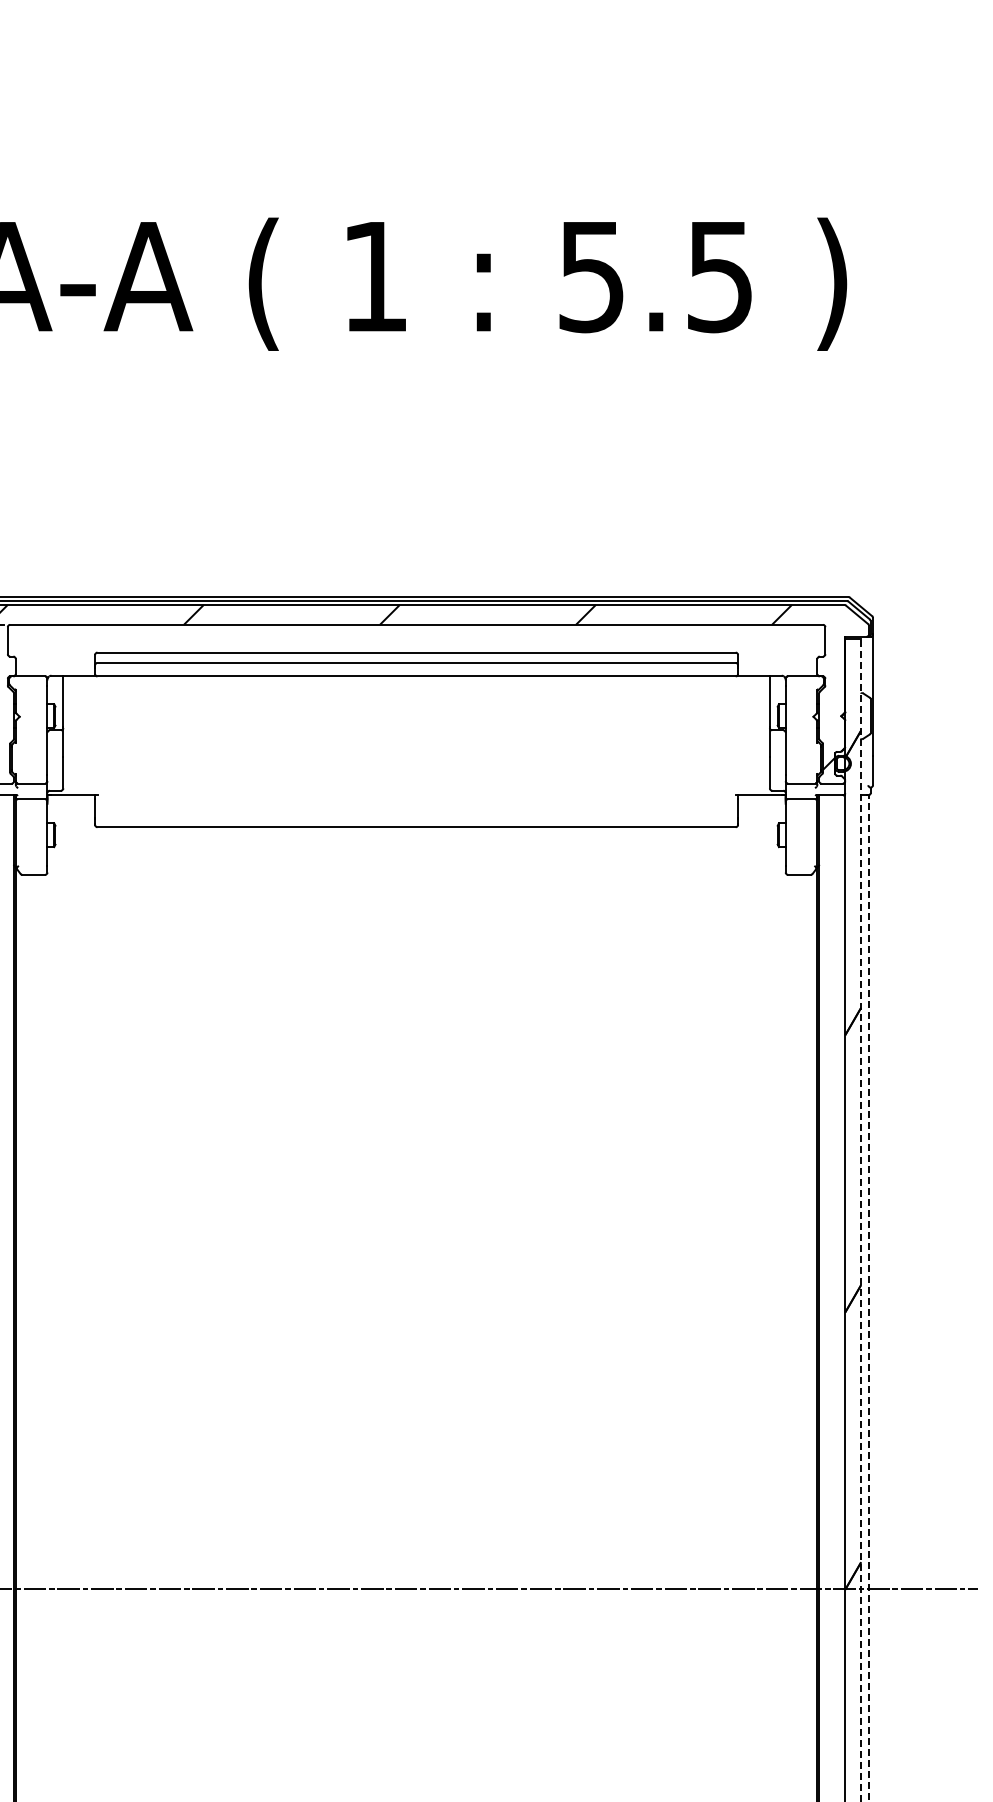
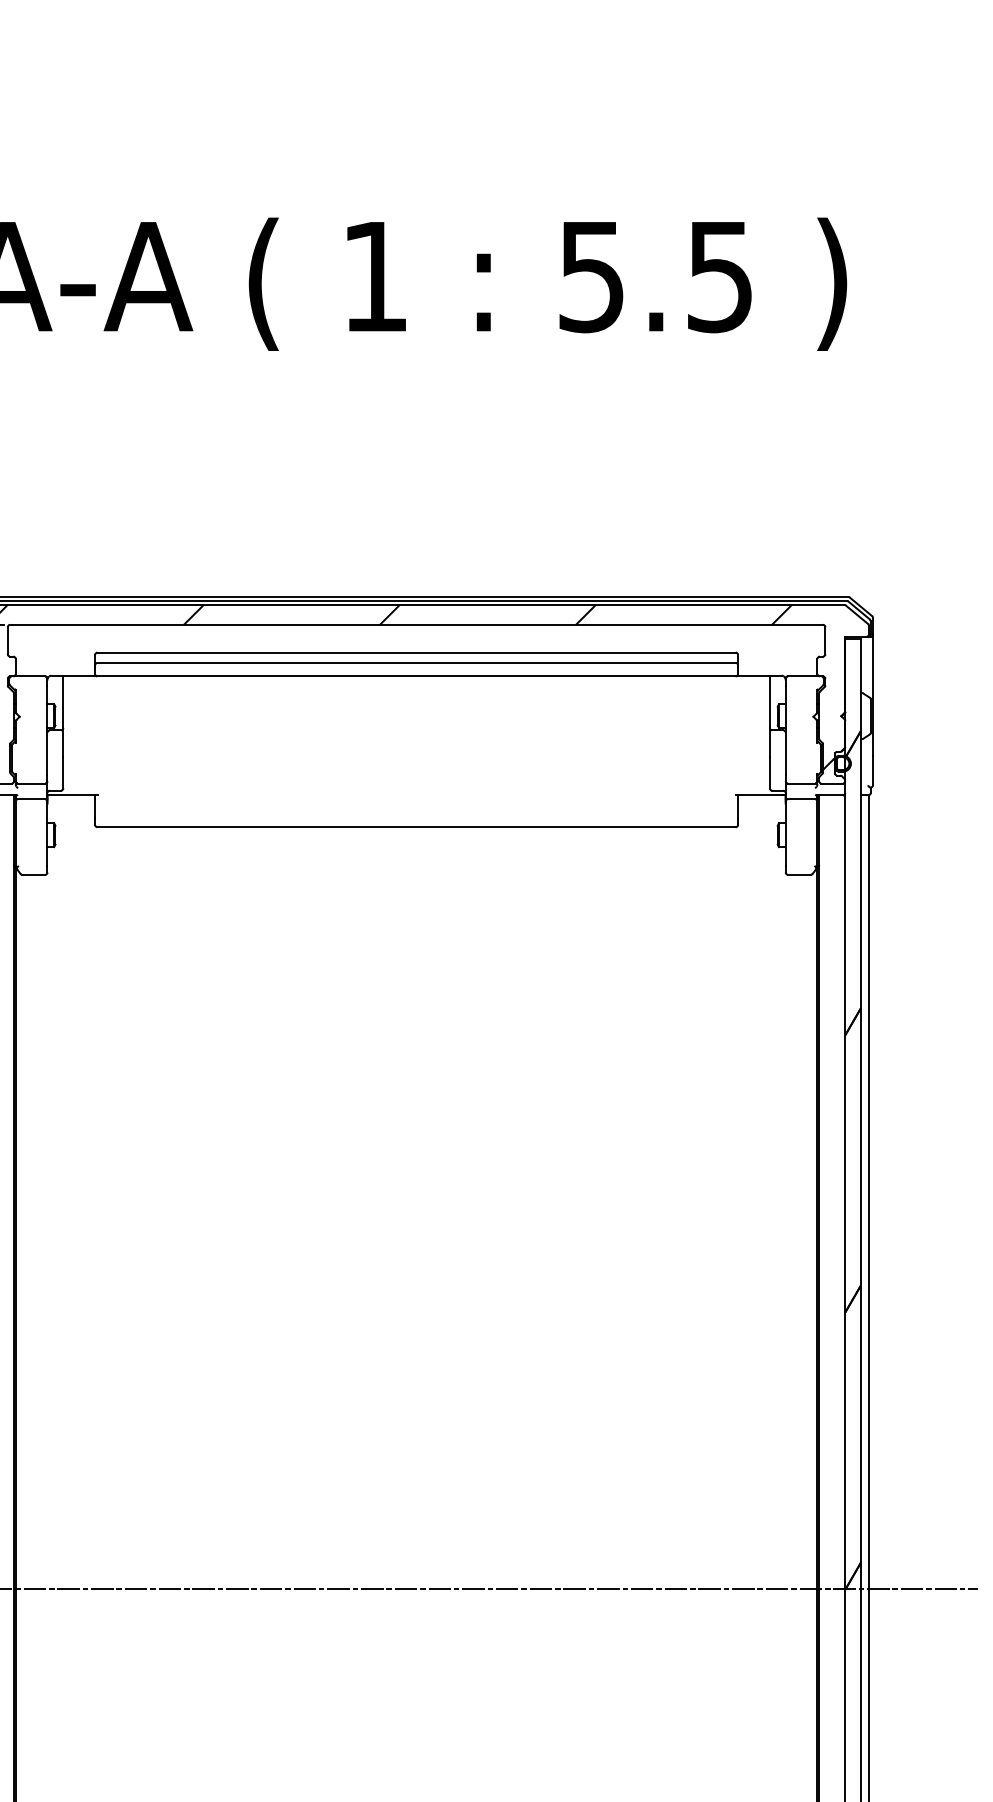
line at (861, 1219): dashed -> solid
line at (869, 1298): dashed -> solid
